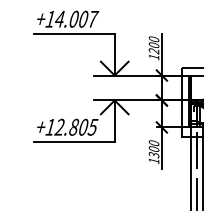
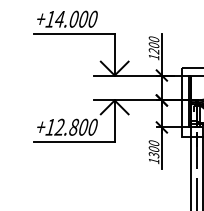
text at (93, 18): +14.007 -> +14.000
text at (92, 126): +12.805 -> +12.800
